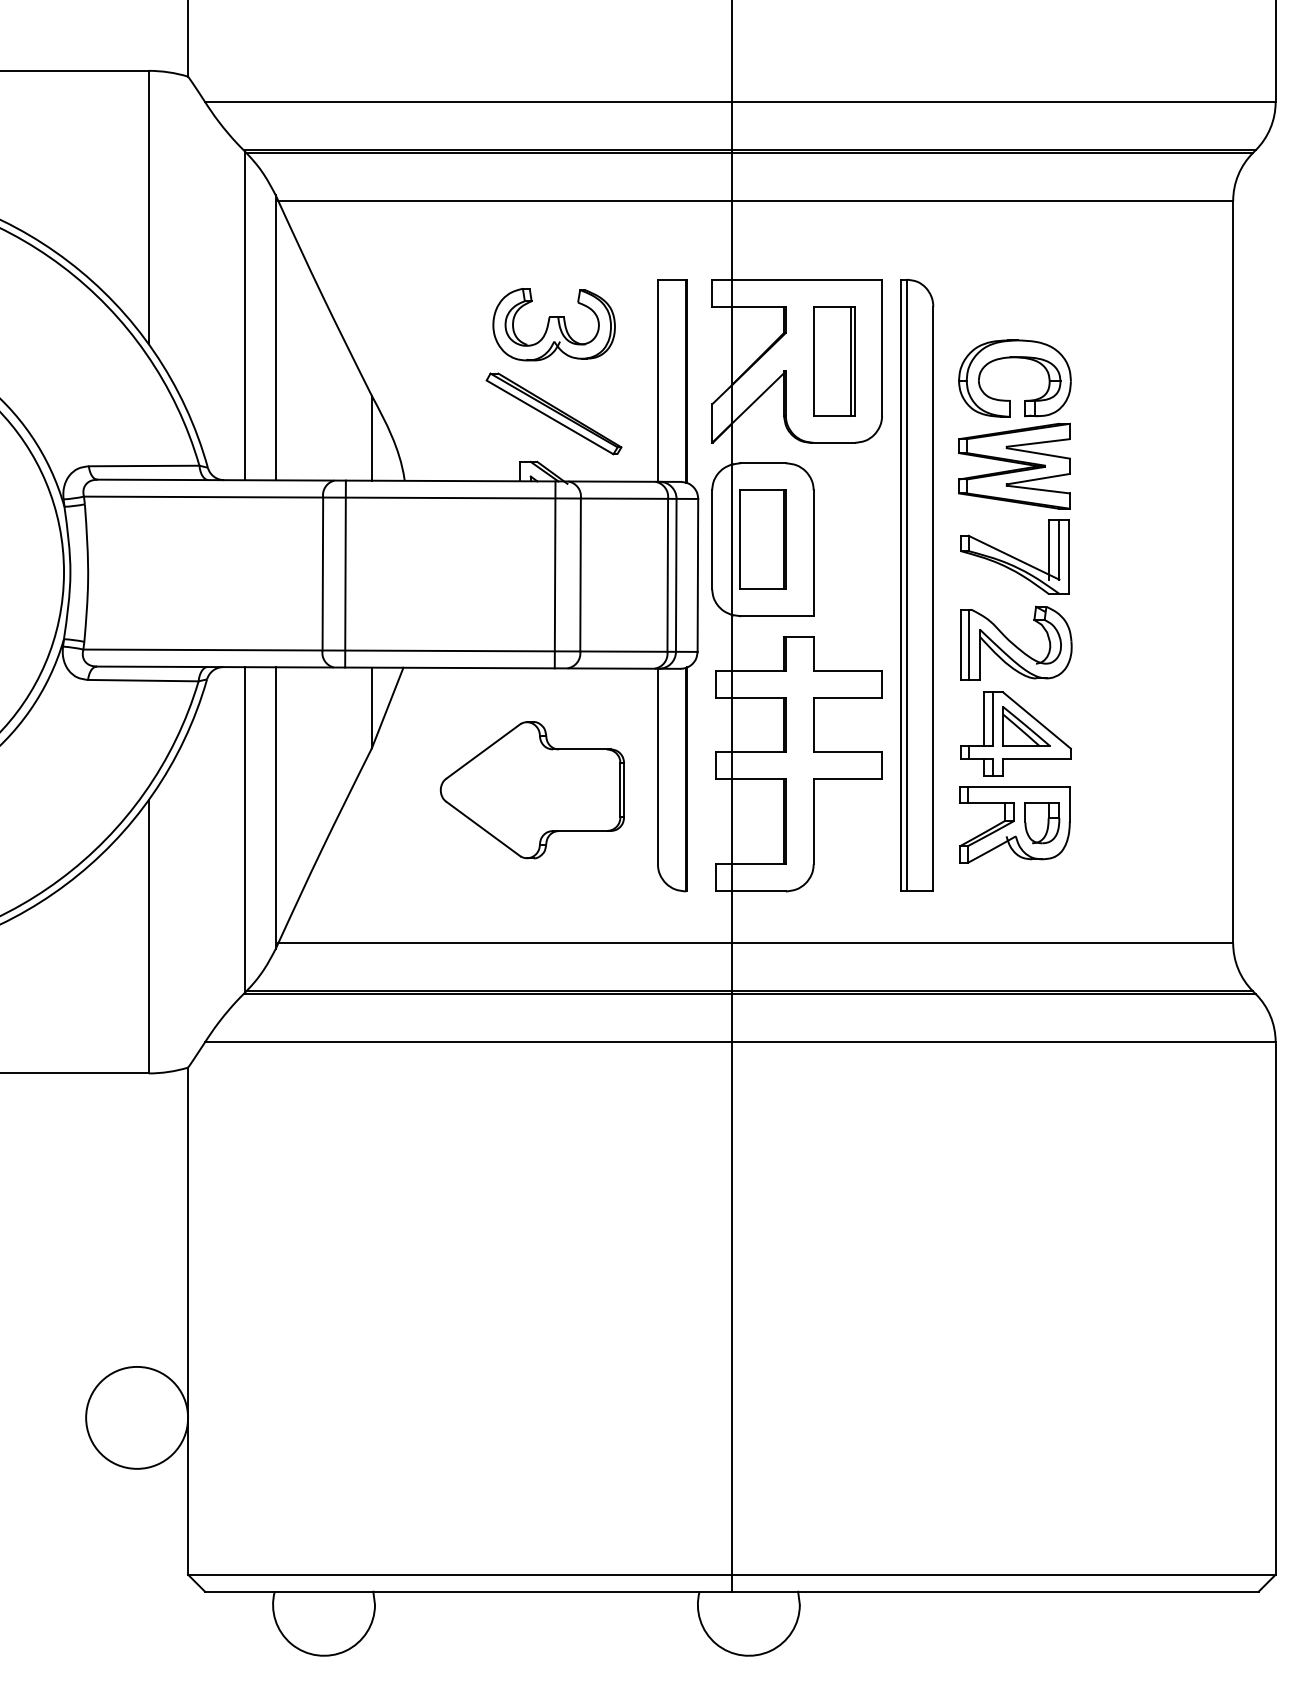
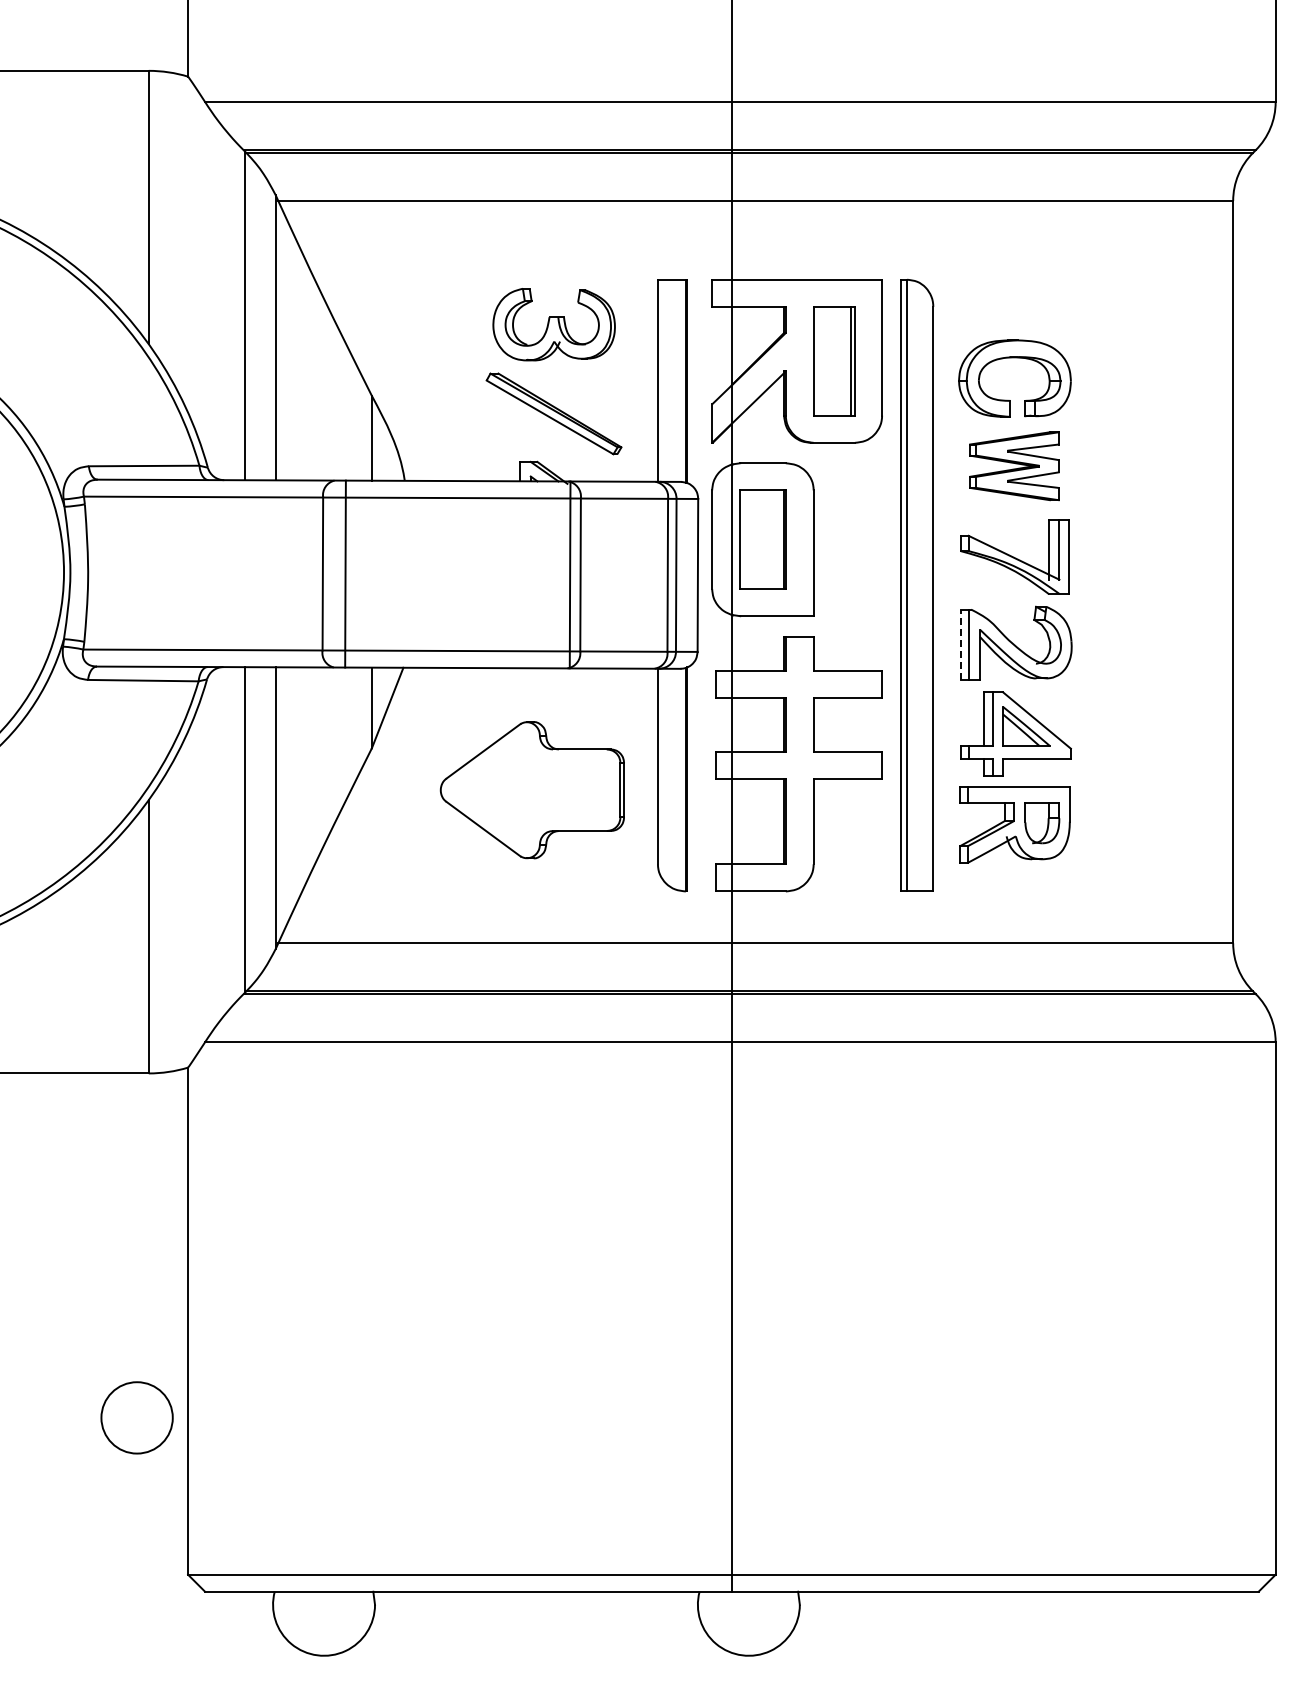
part at (1014, 465) size: 113x88 px -> 91x71 px
line at (554, 574) position: (554, 574) -> (569, 574)
line at (960, 644): solid -> dashed
circle at (137, 1417) diameter: 102 px -> 71 px
